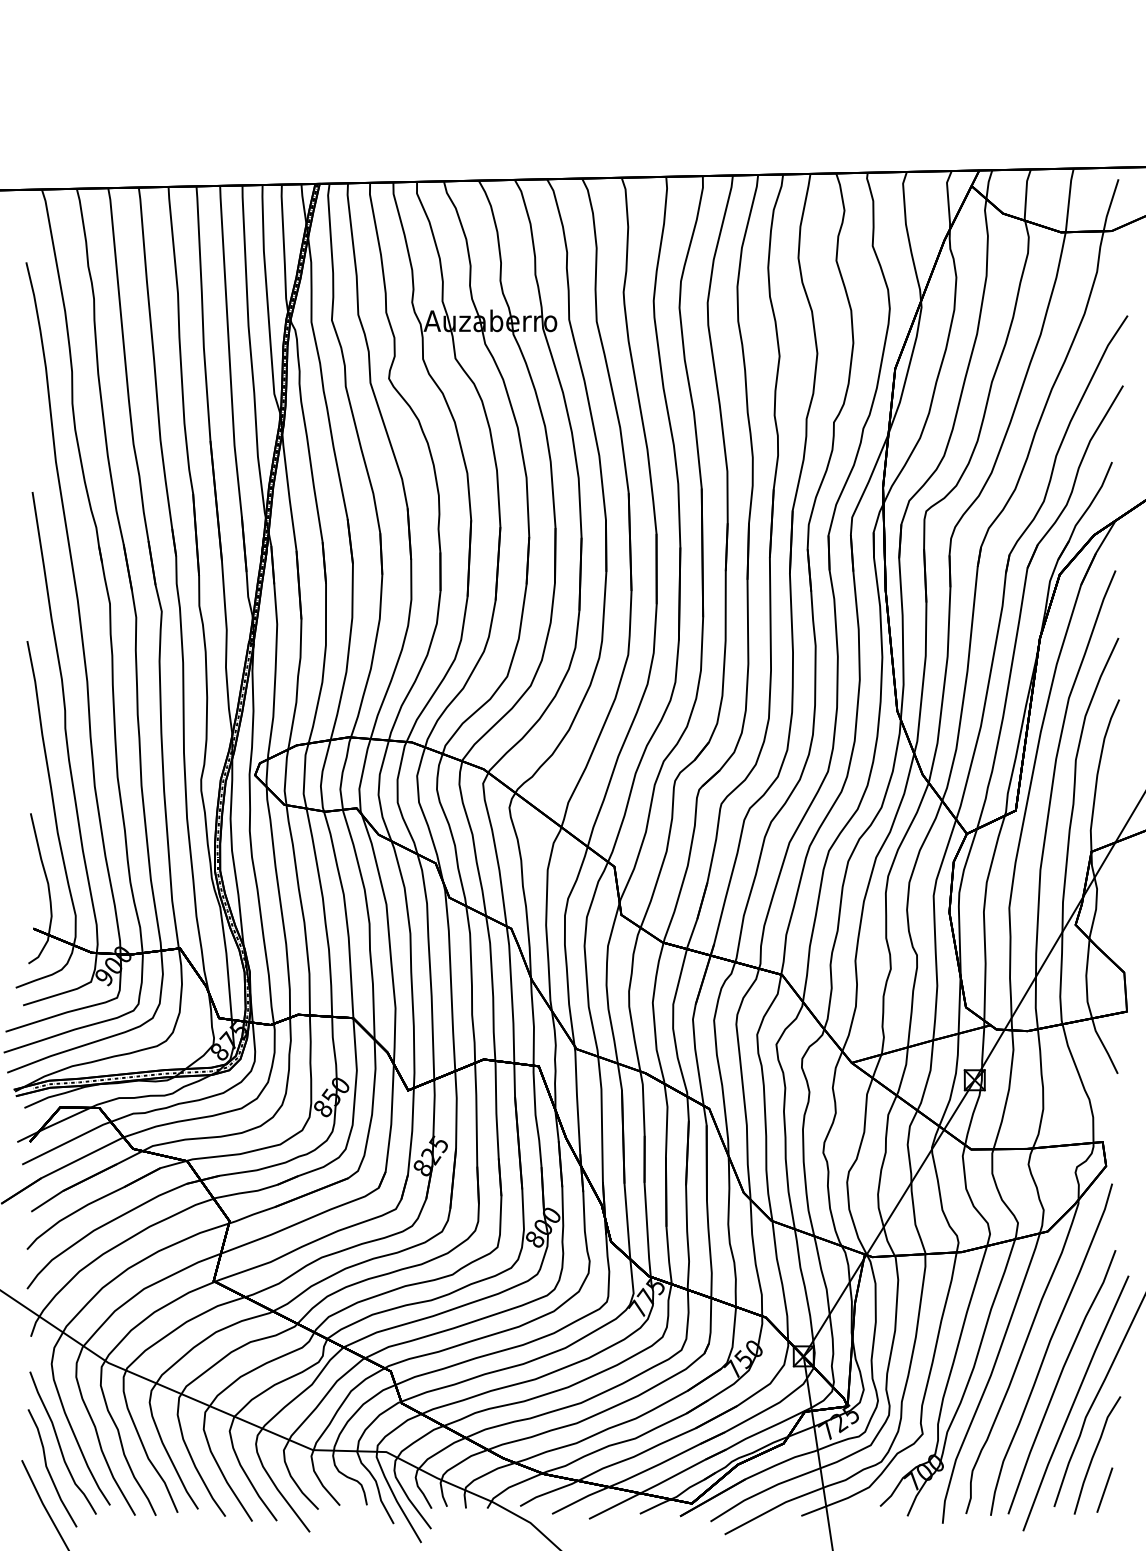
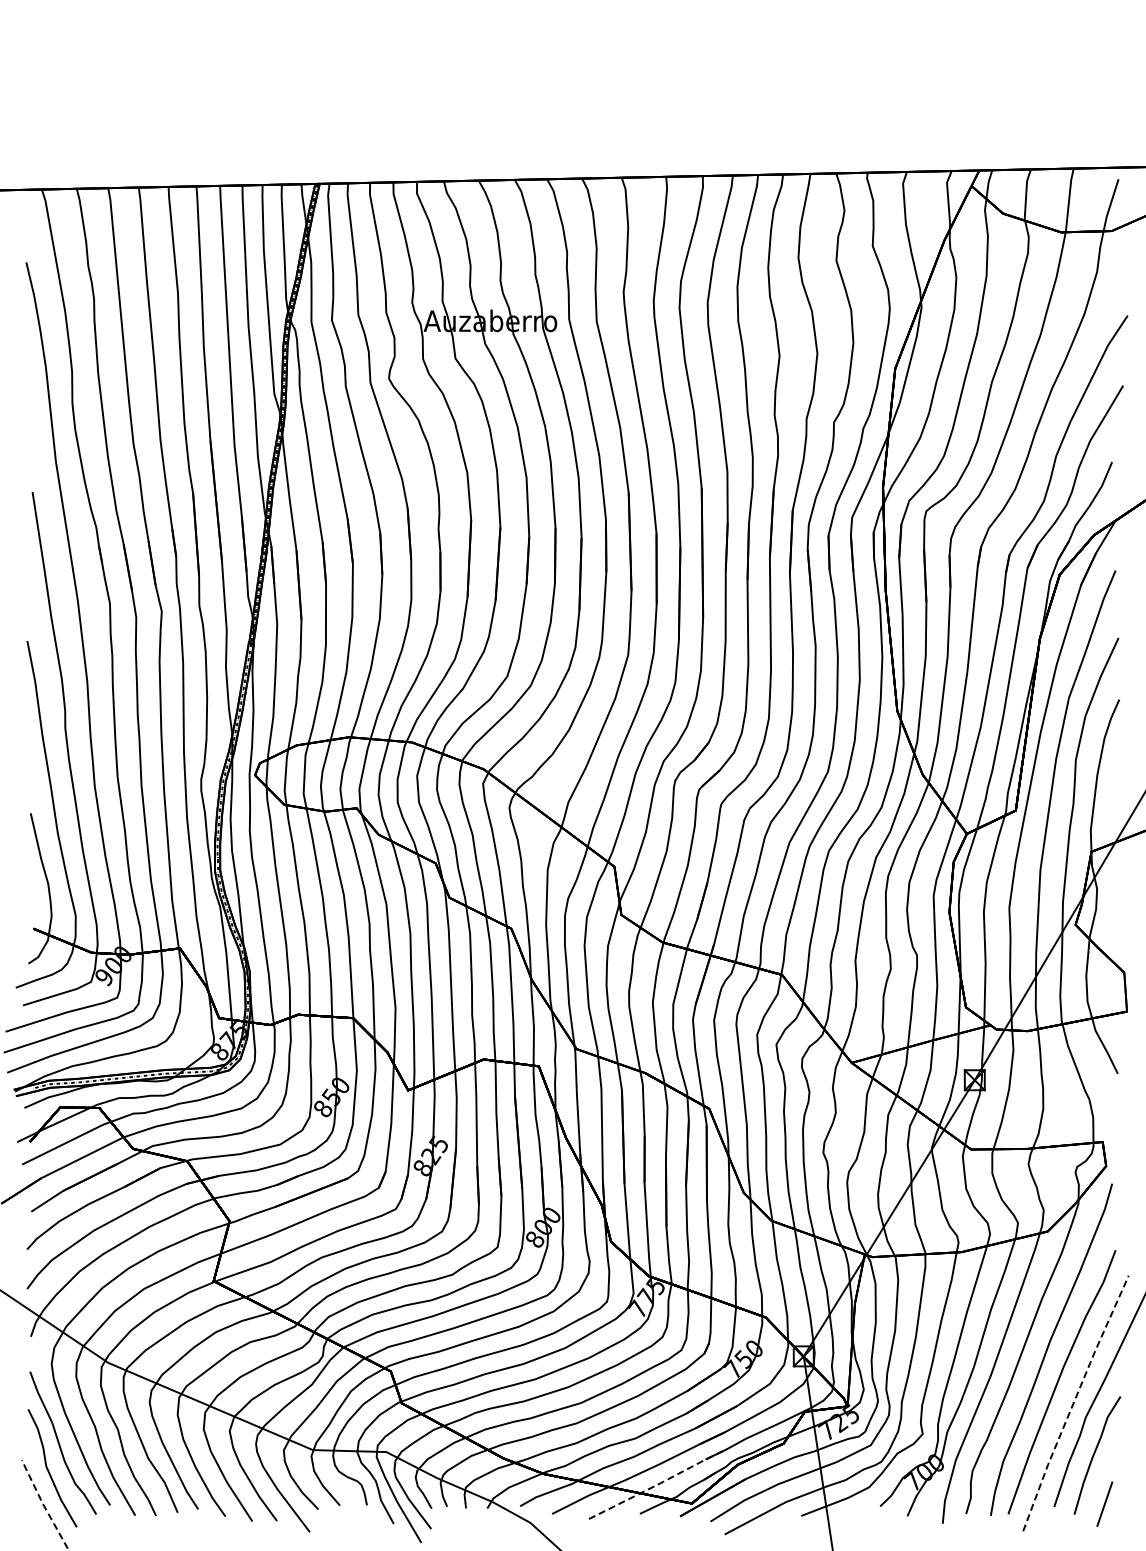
line at (1074, 1402): solid -> dashed
line at (658, 1484): solid -> dashed
line at (1104, 1489) position: (1104, 1489) -> (1104, 1503)
line at (43, 1505): solid -> dashed
